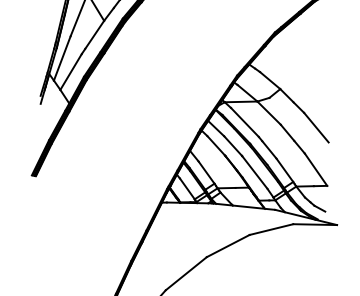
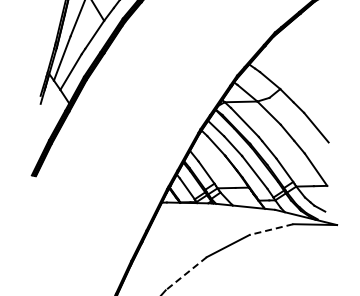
line at (270, 229): solid -> dashed
line at (185, 274): solid -> dashed
